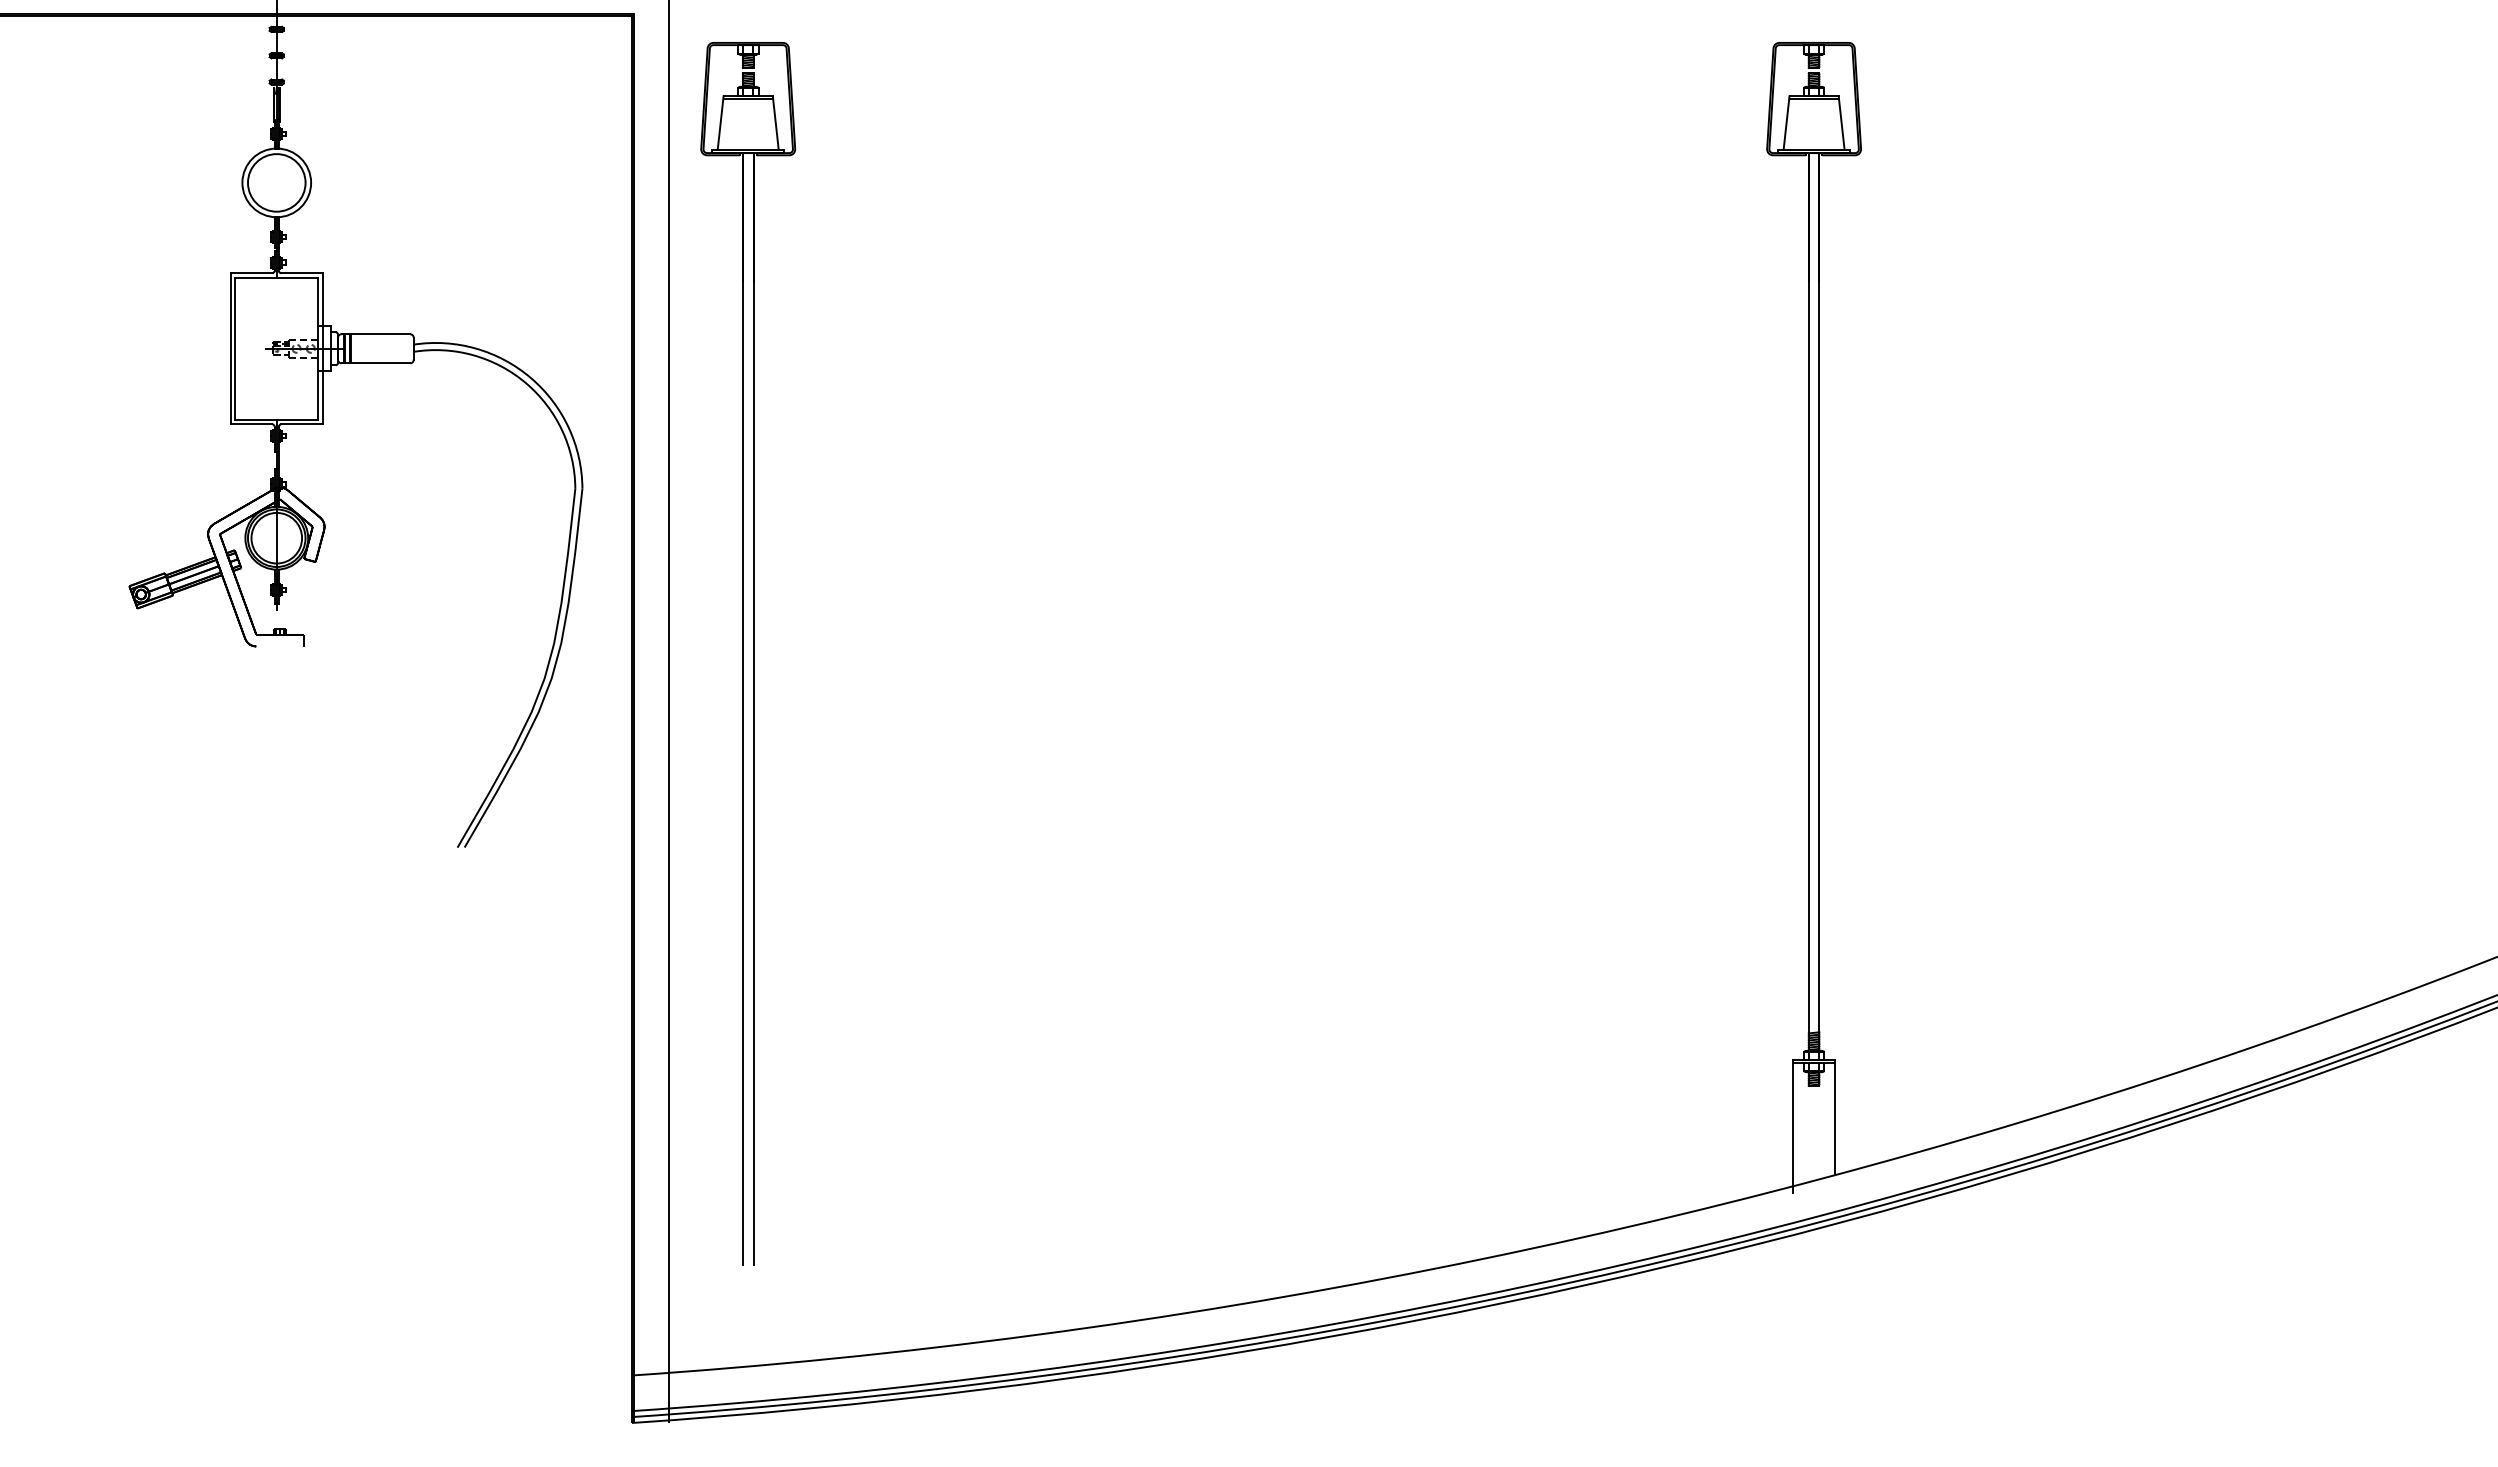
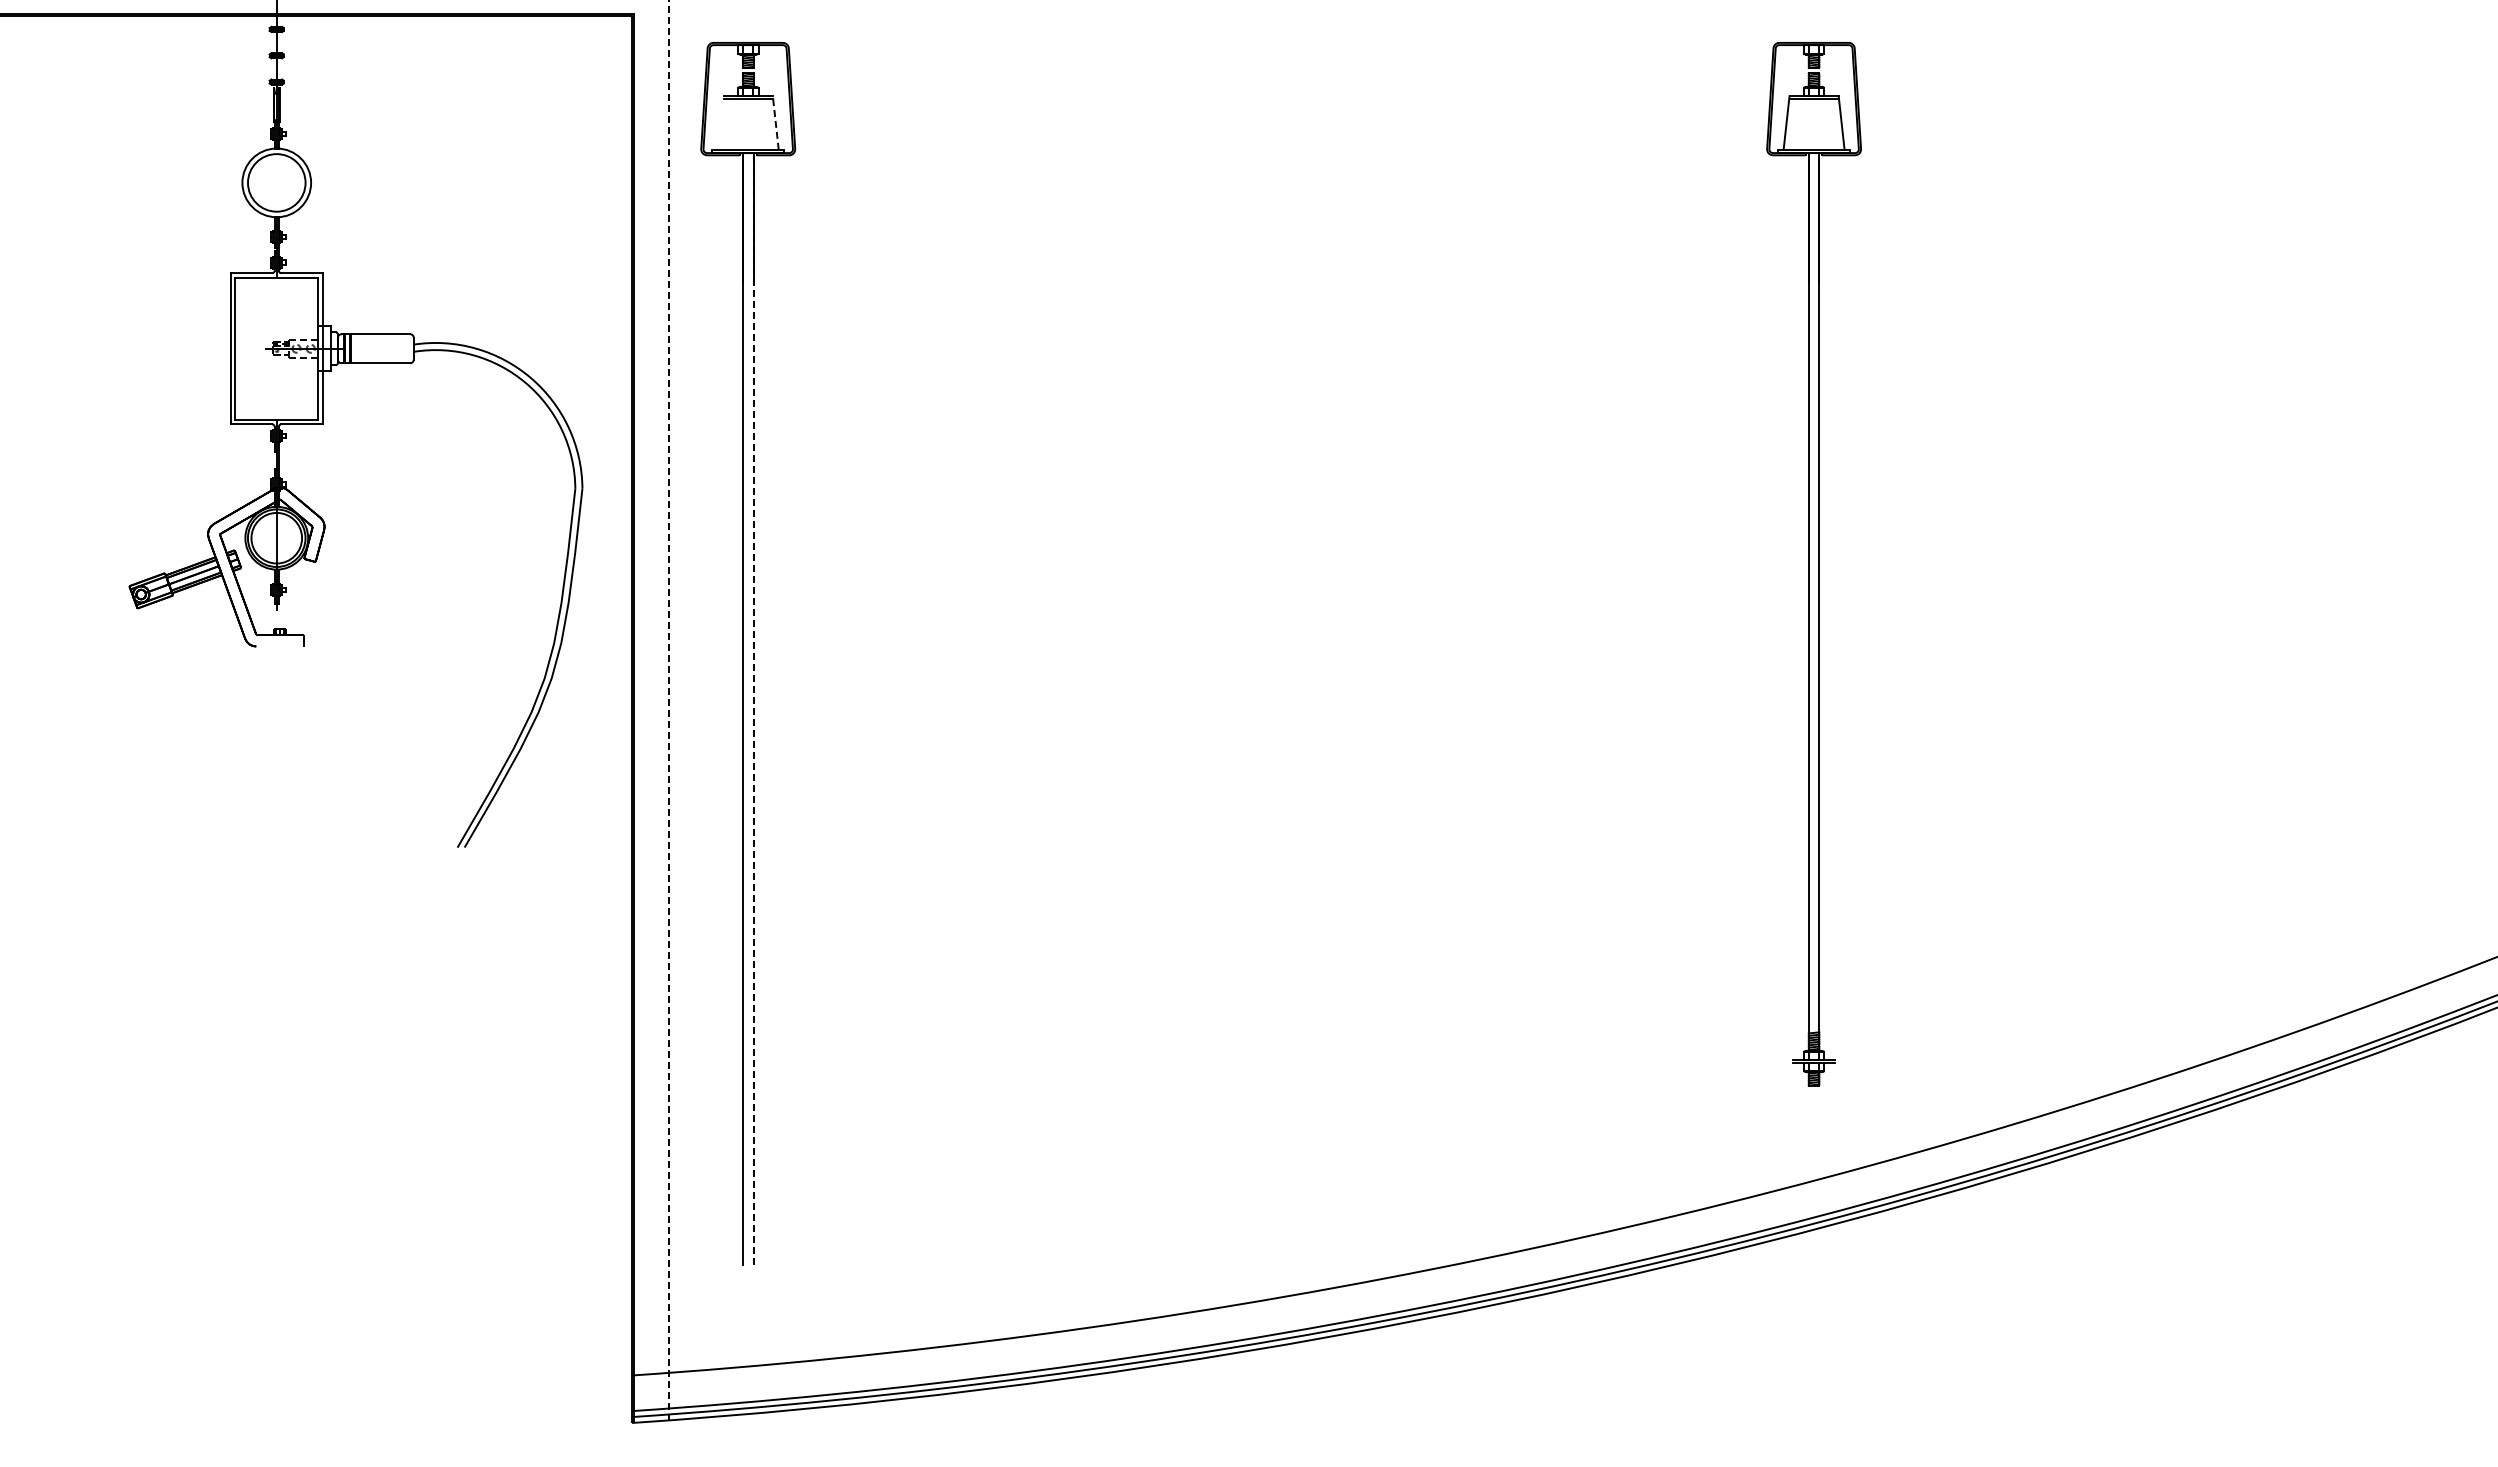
line at (720, 122): present -> none
line at (775, 123): solid -> dashed
line at (753, 708): solid -> dashed
line at (669, 712): solid -> dashed
line at (1834, 1117): present -> none
line at (1793, 1126): present -> none
